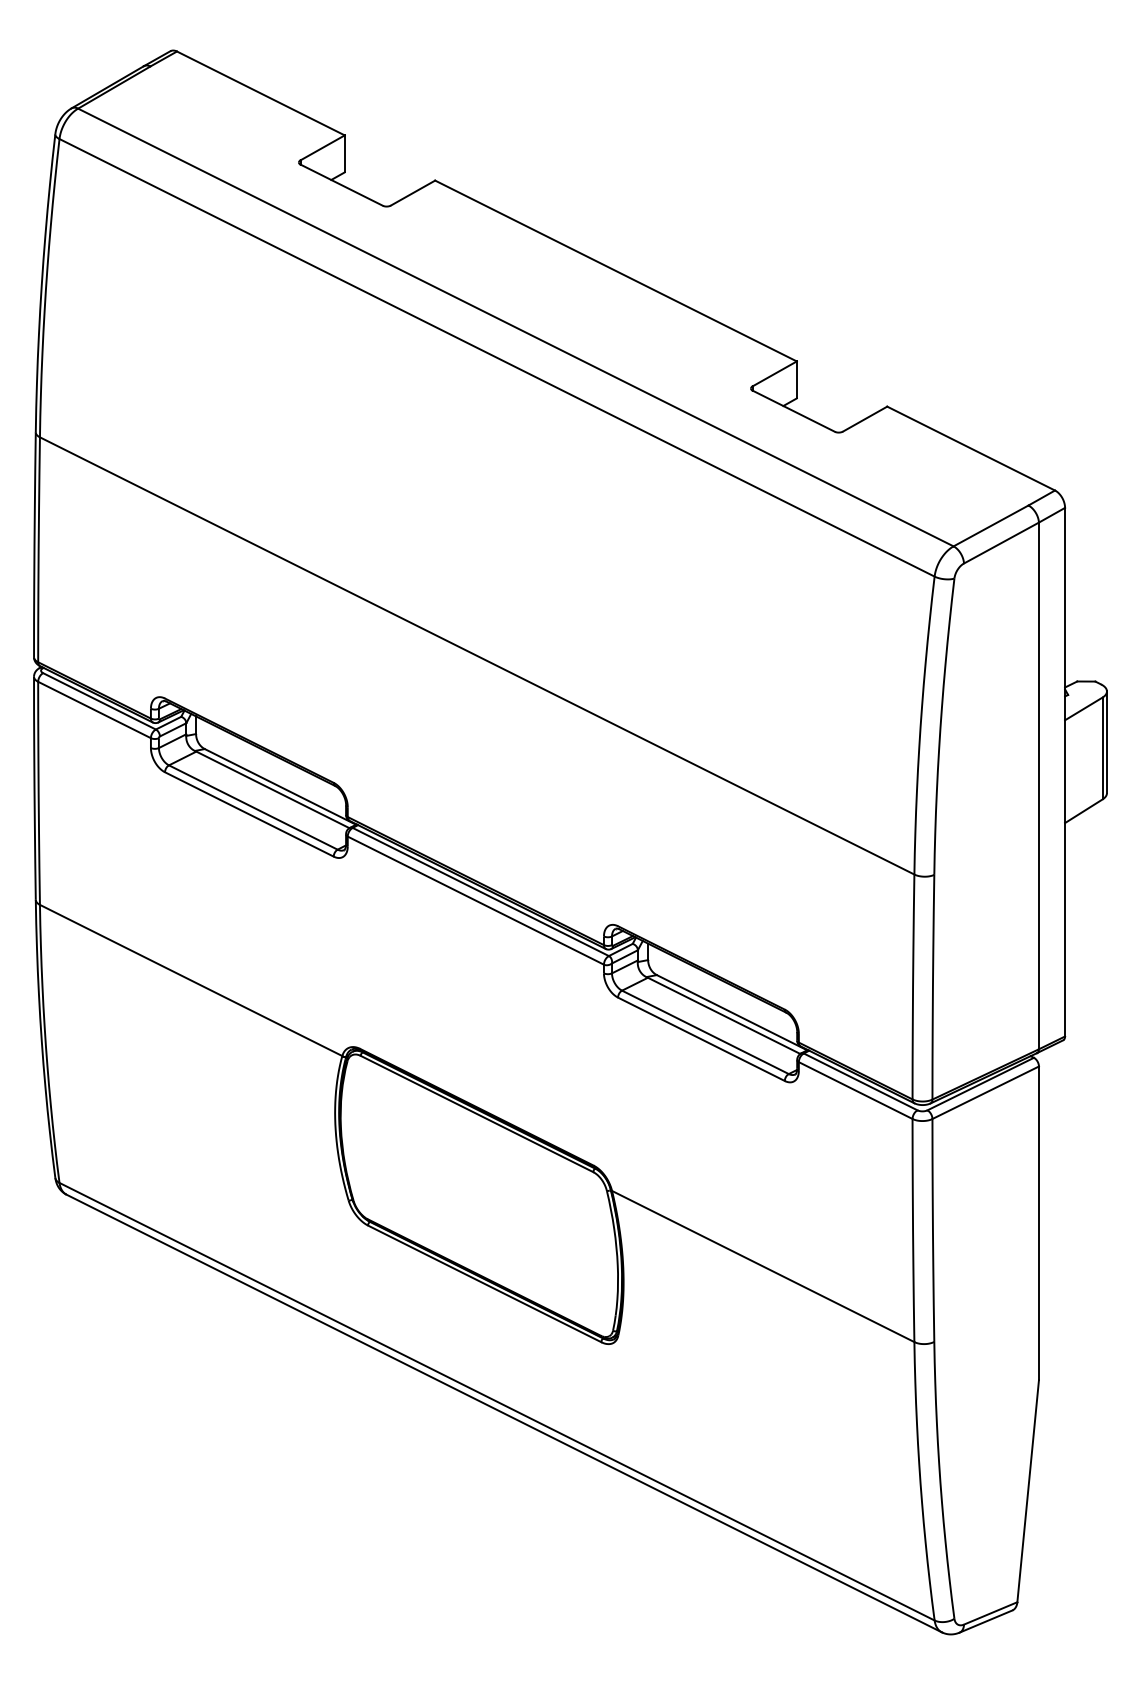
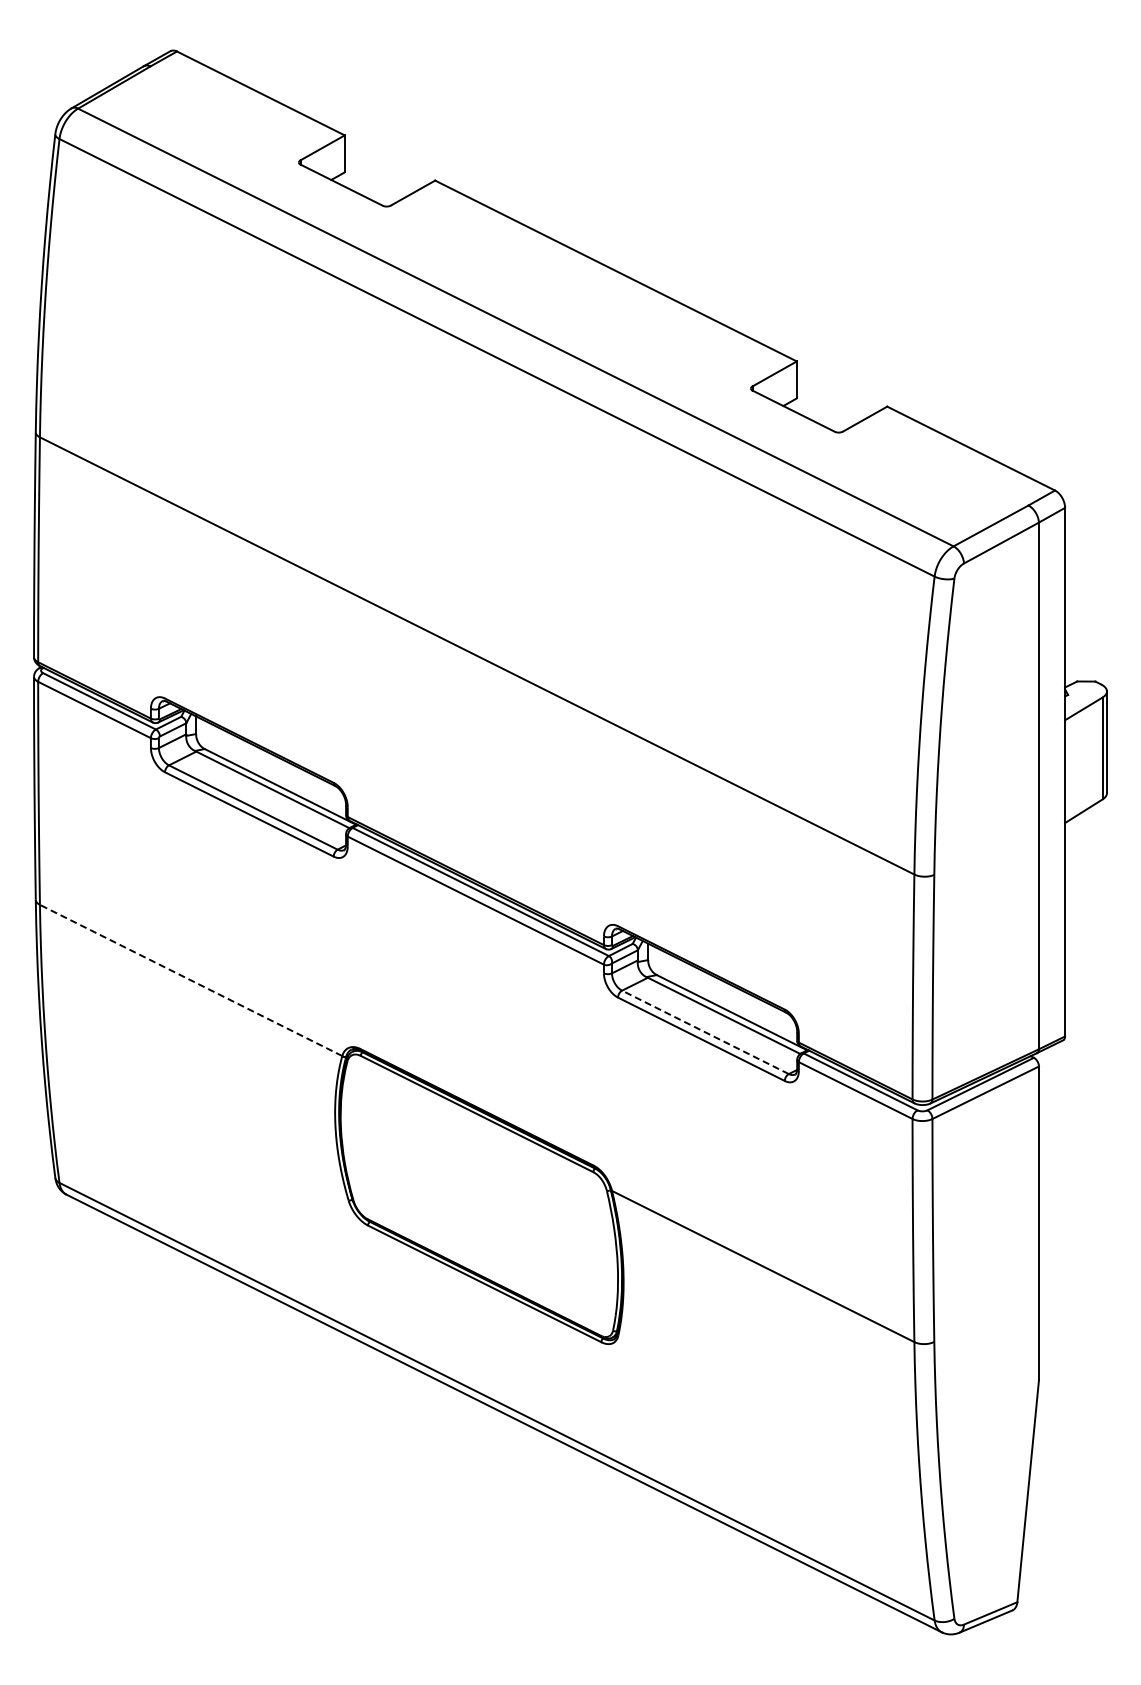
line at (190, 980): solid -> dashed
line at (705, 1032): solid -> dashed
